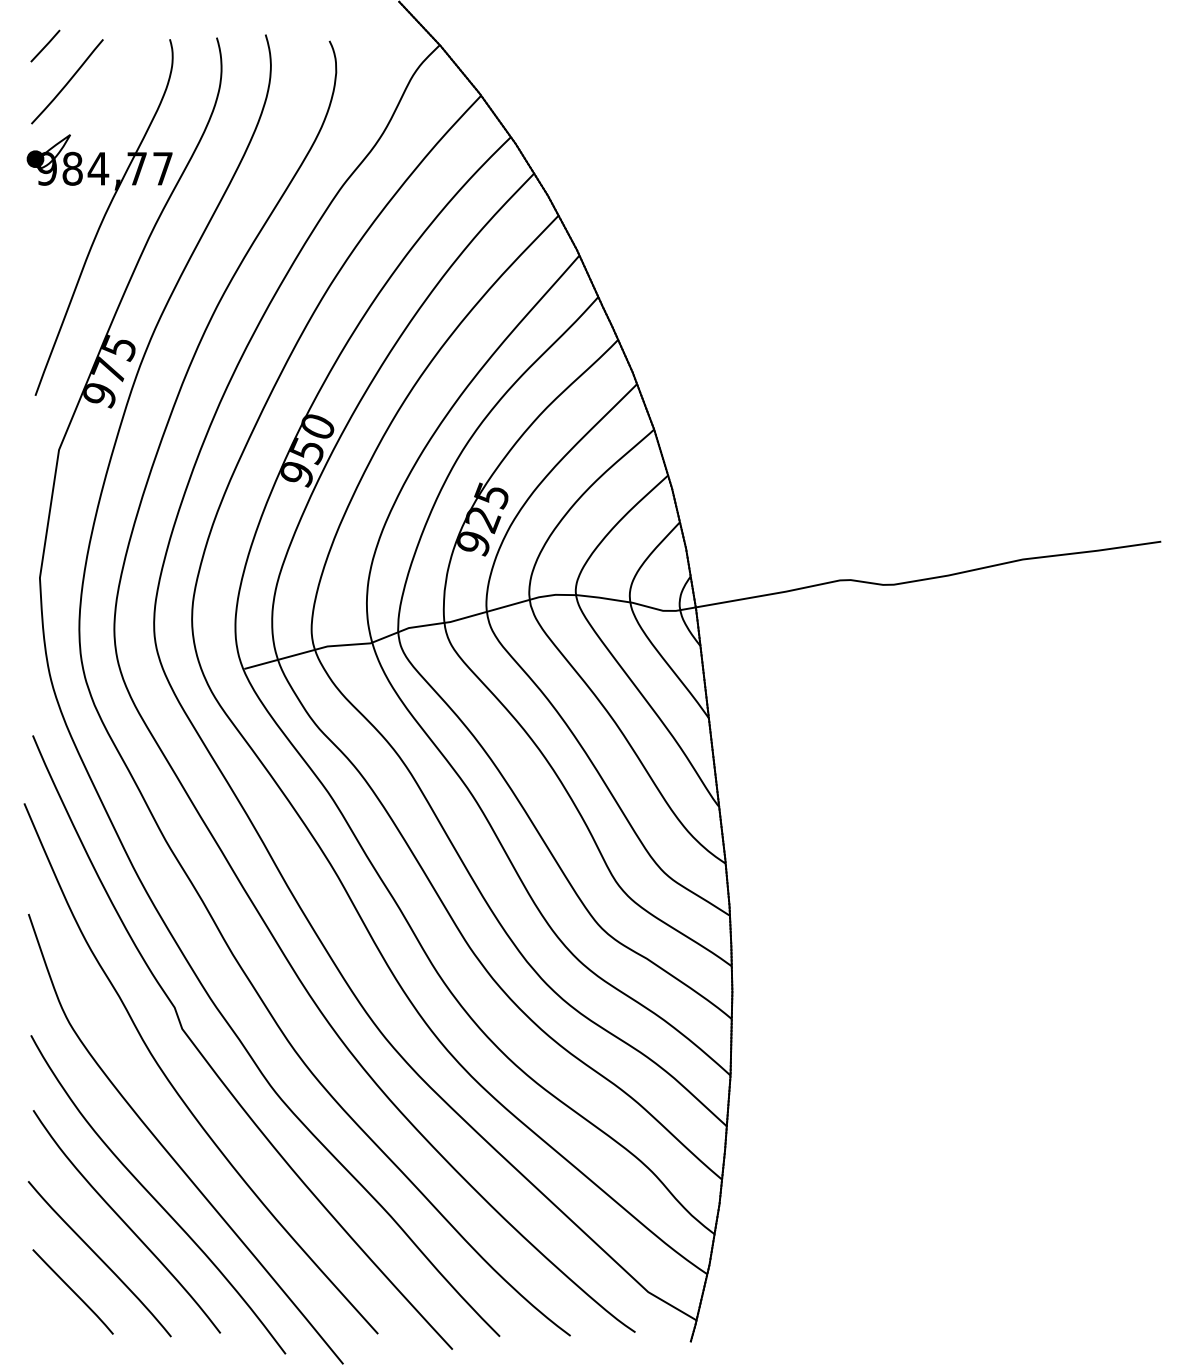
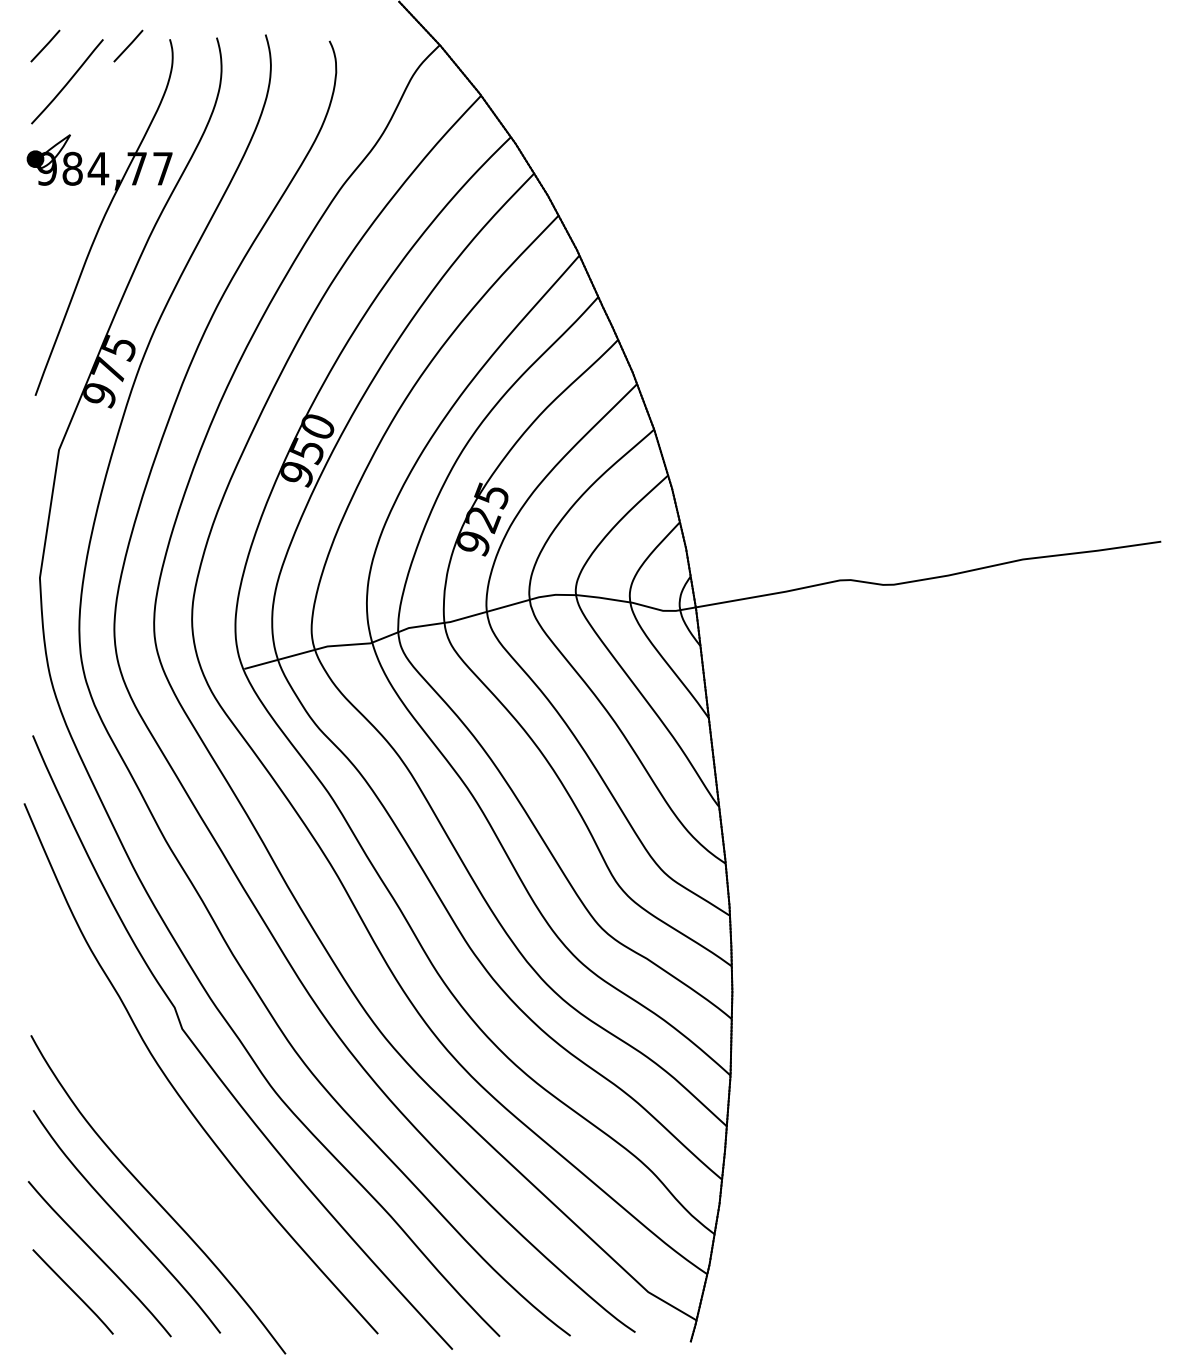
line at (128, 45): none -> present
curve at (169, 1152): present -> none
